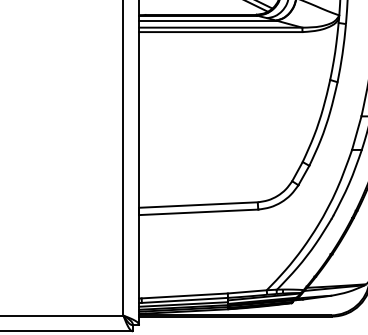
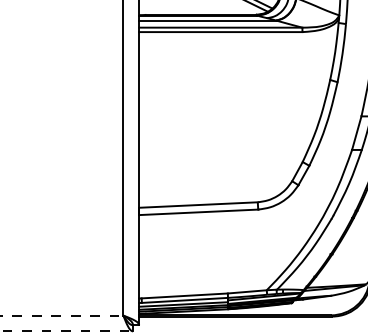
line at (62, 315): solid -> dashed
line at (67, 331): solid -> dashed
